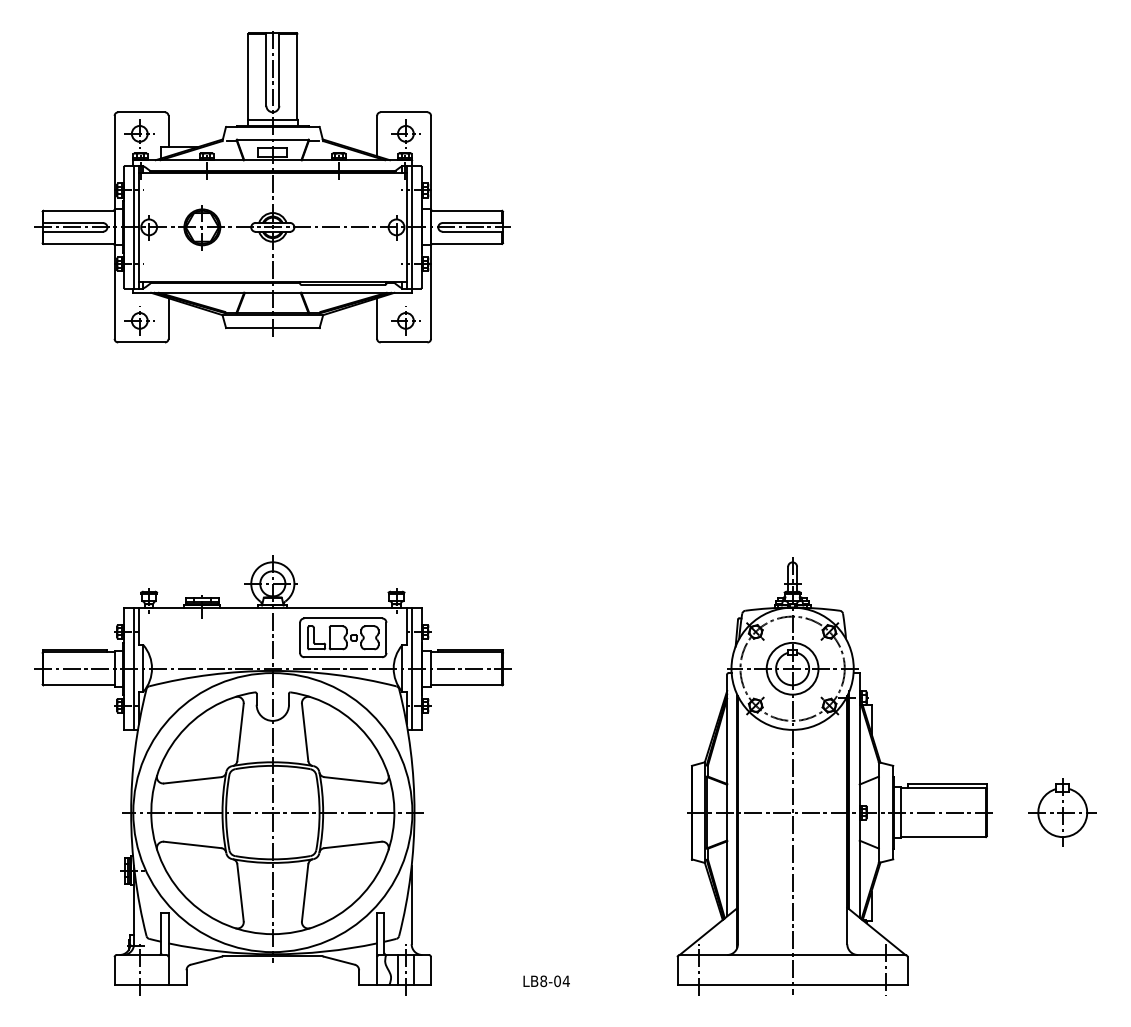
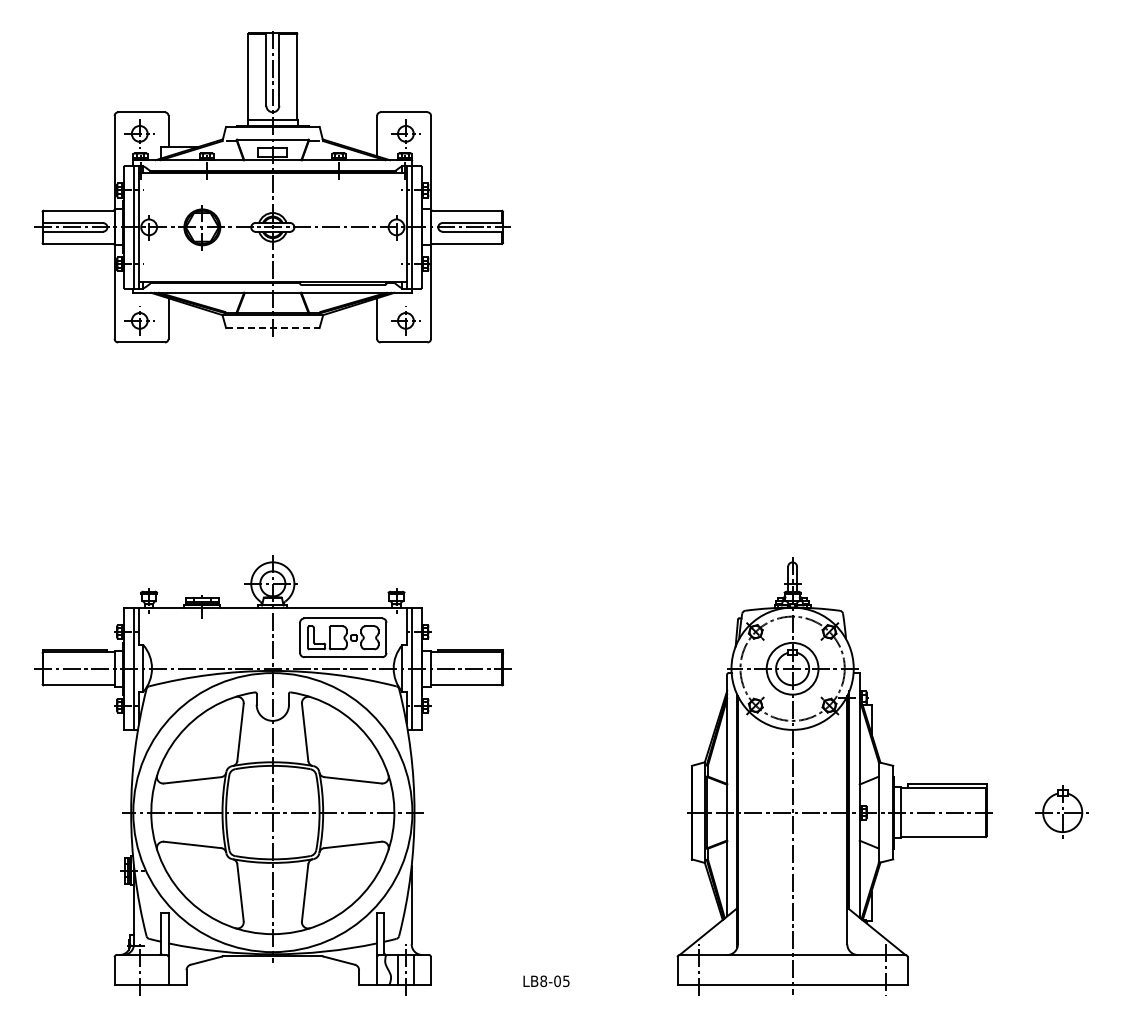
line at (272, 328): solid -> dashed
part at (1062, 812) size: 69x69 px -> 54x54 px
text at (565, 981): LB8-04 -> LB8-05
